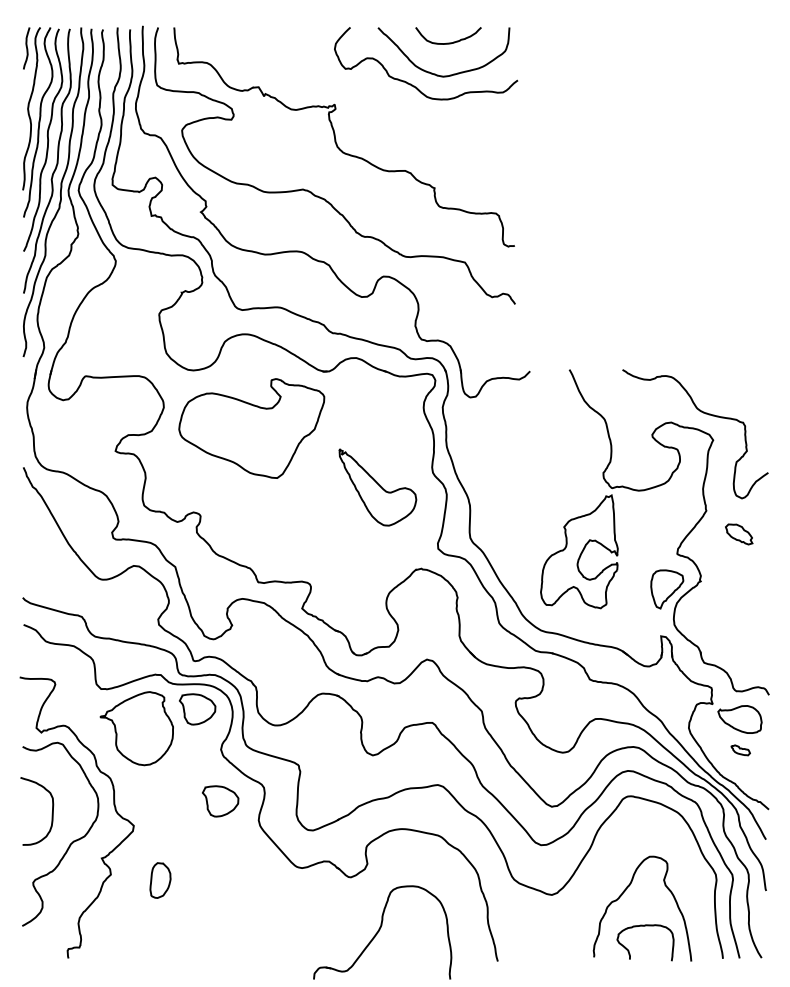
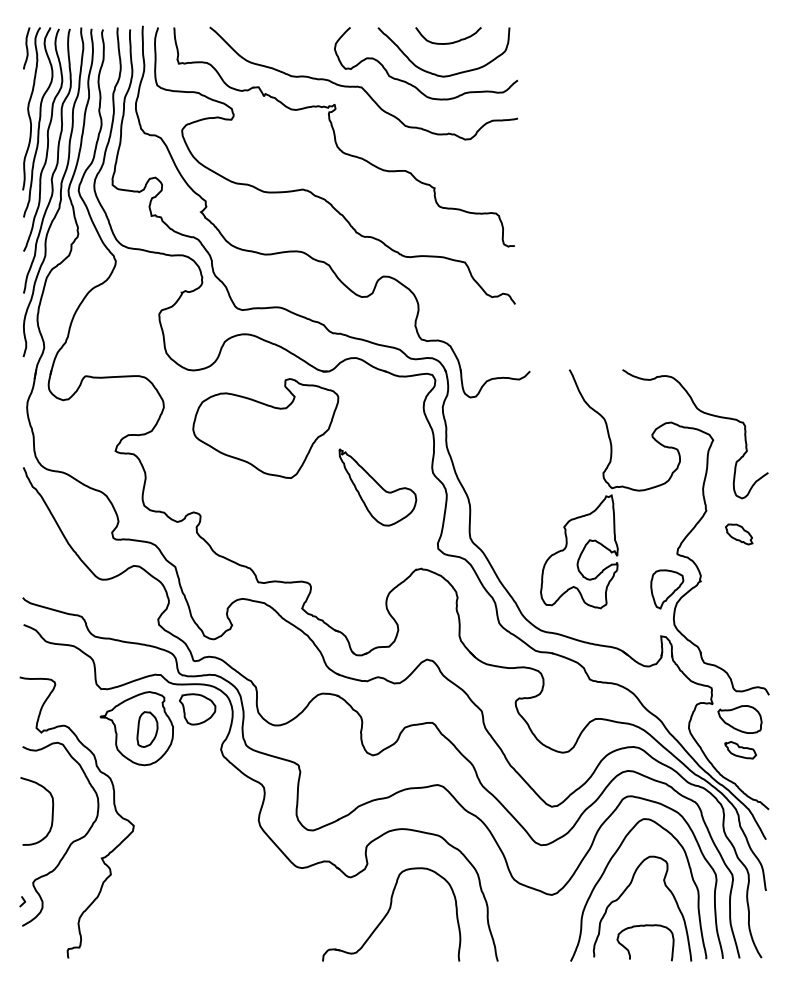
curve at (362, 86): none -> present
part at (251, 428) position: (251, 428) -> (265, 428)
part at (740, 750) size: 21x13 px -> 34x19 px
part at (220, 801): present -> none
curve at (604, 873): none -> present
part at (160, 880) position: (160, 880) -> (147, 729)
line at (23, 901): none -> present
part at (382, 932) position: (382, 932) -> (391, 914)
